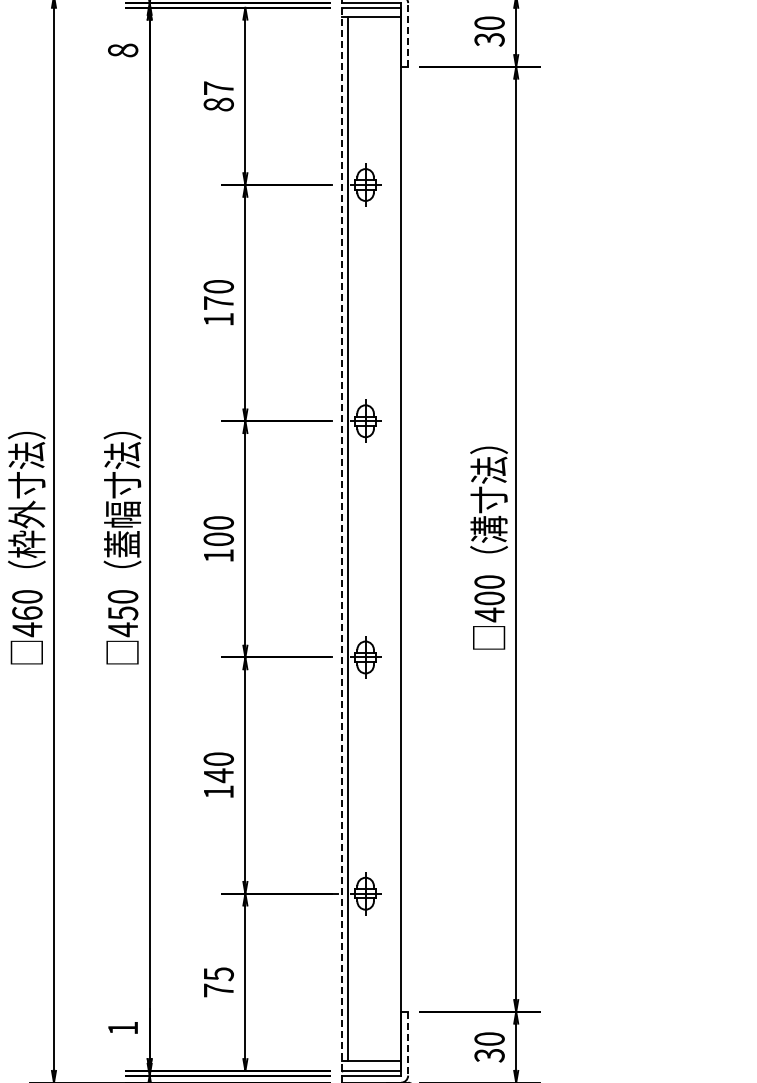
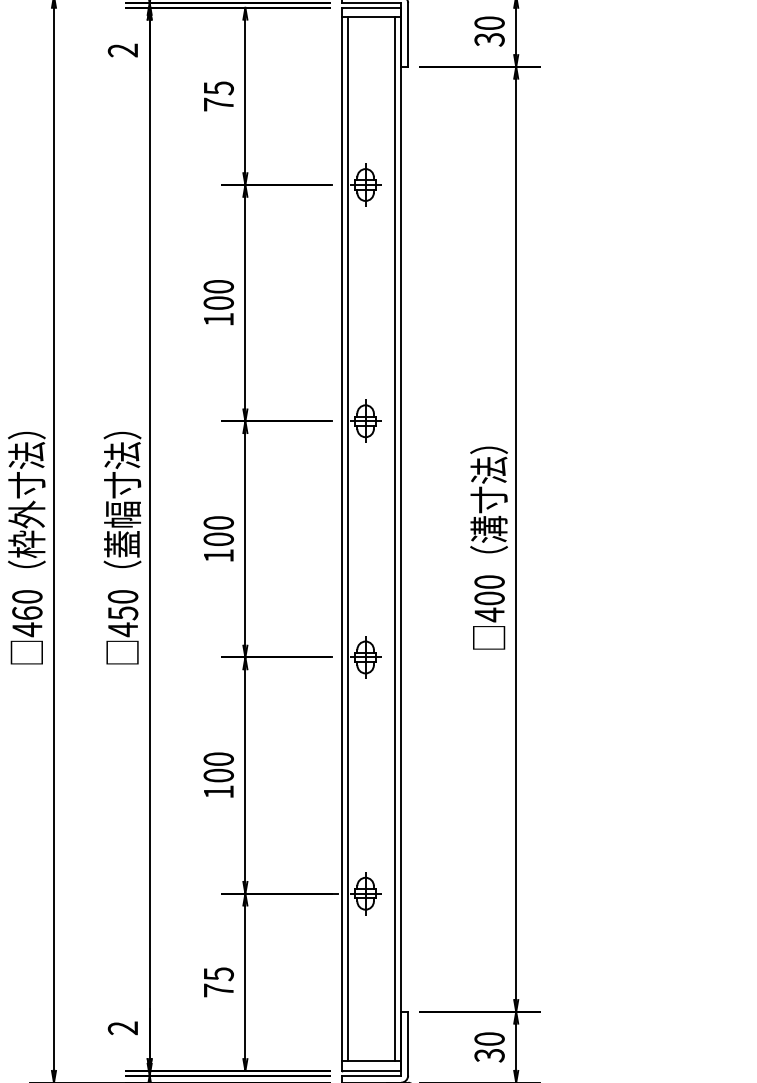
line at (408, 35): dashed -> solid
text at (122, 50): 8 -> 2
text at (218, 96): 87 -> 75
text at (218, 302): 170 -> 100
line at (342, 539): dashed -> solid
line at (395, 539): none -> present
text at (218, 775): 140 -> 100
text at (122, 1028): 1 -> 2
line at (408, 1043): dashed -> solid
